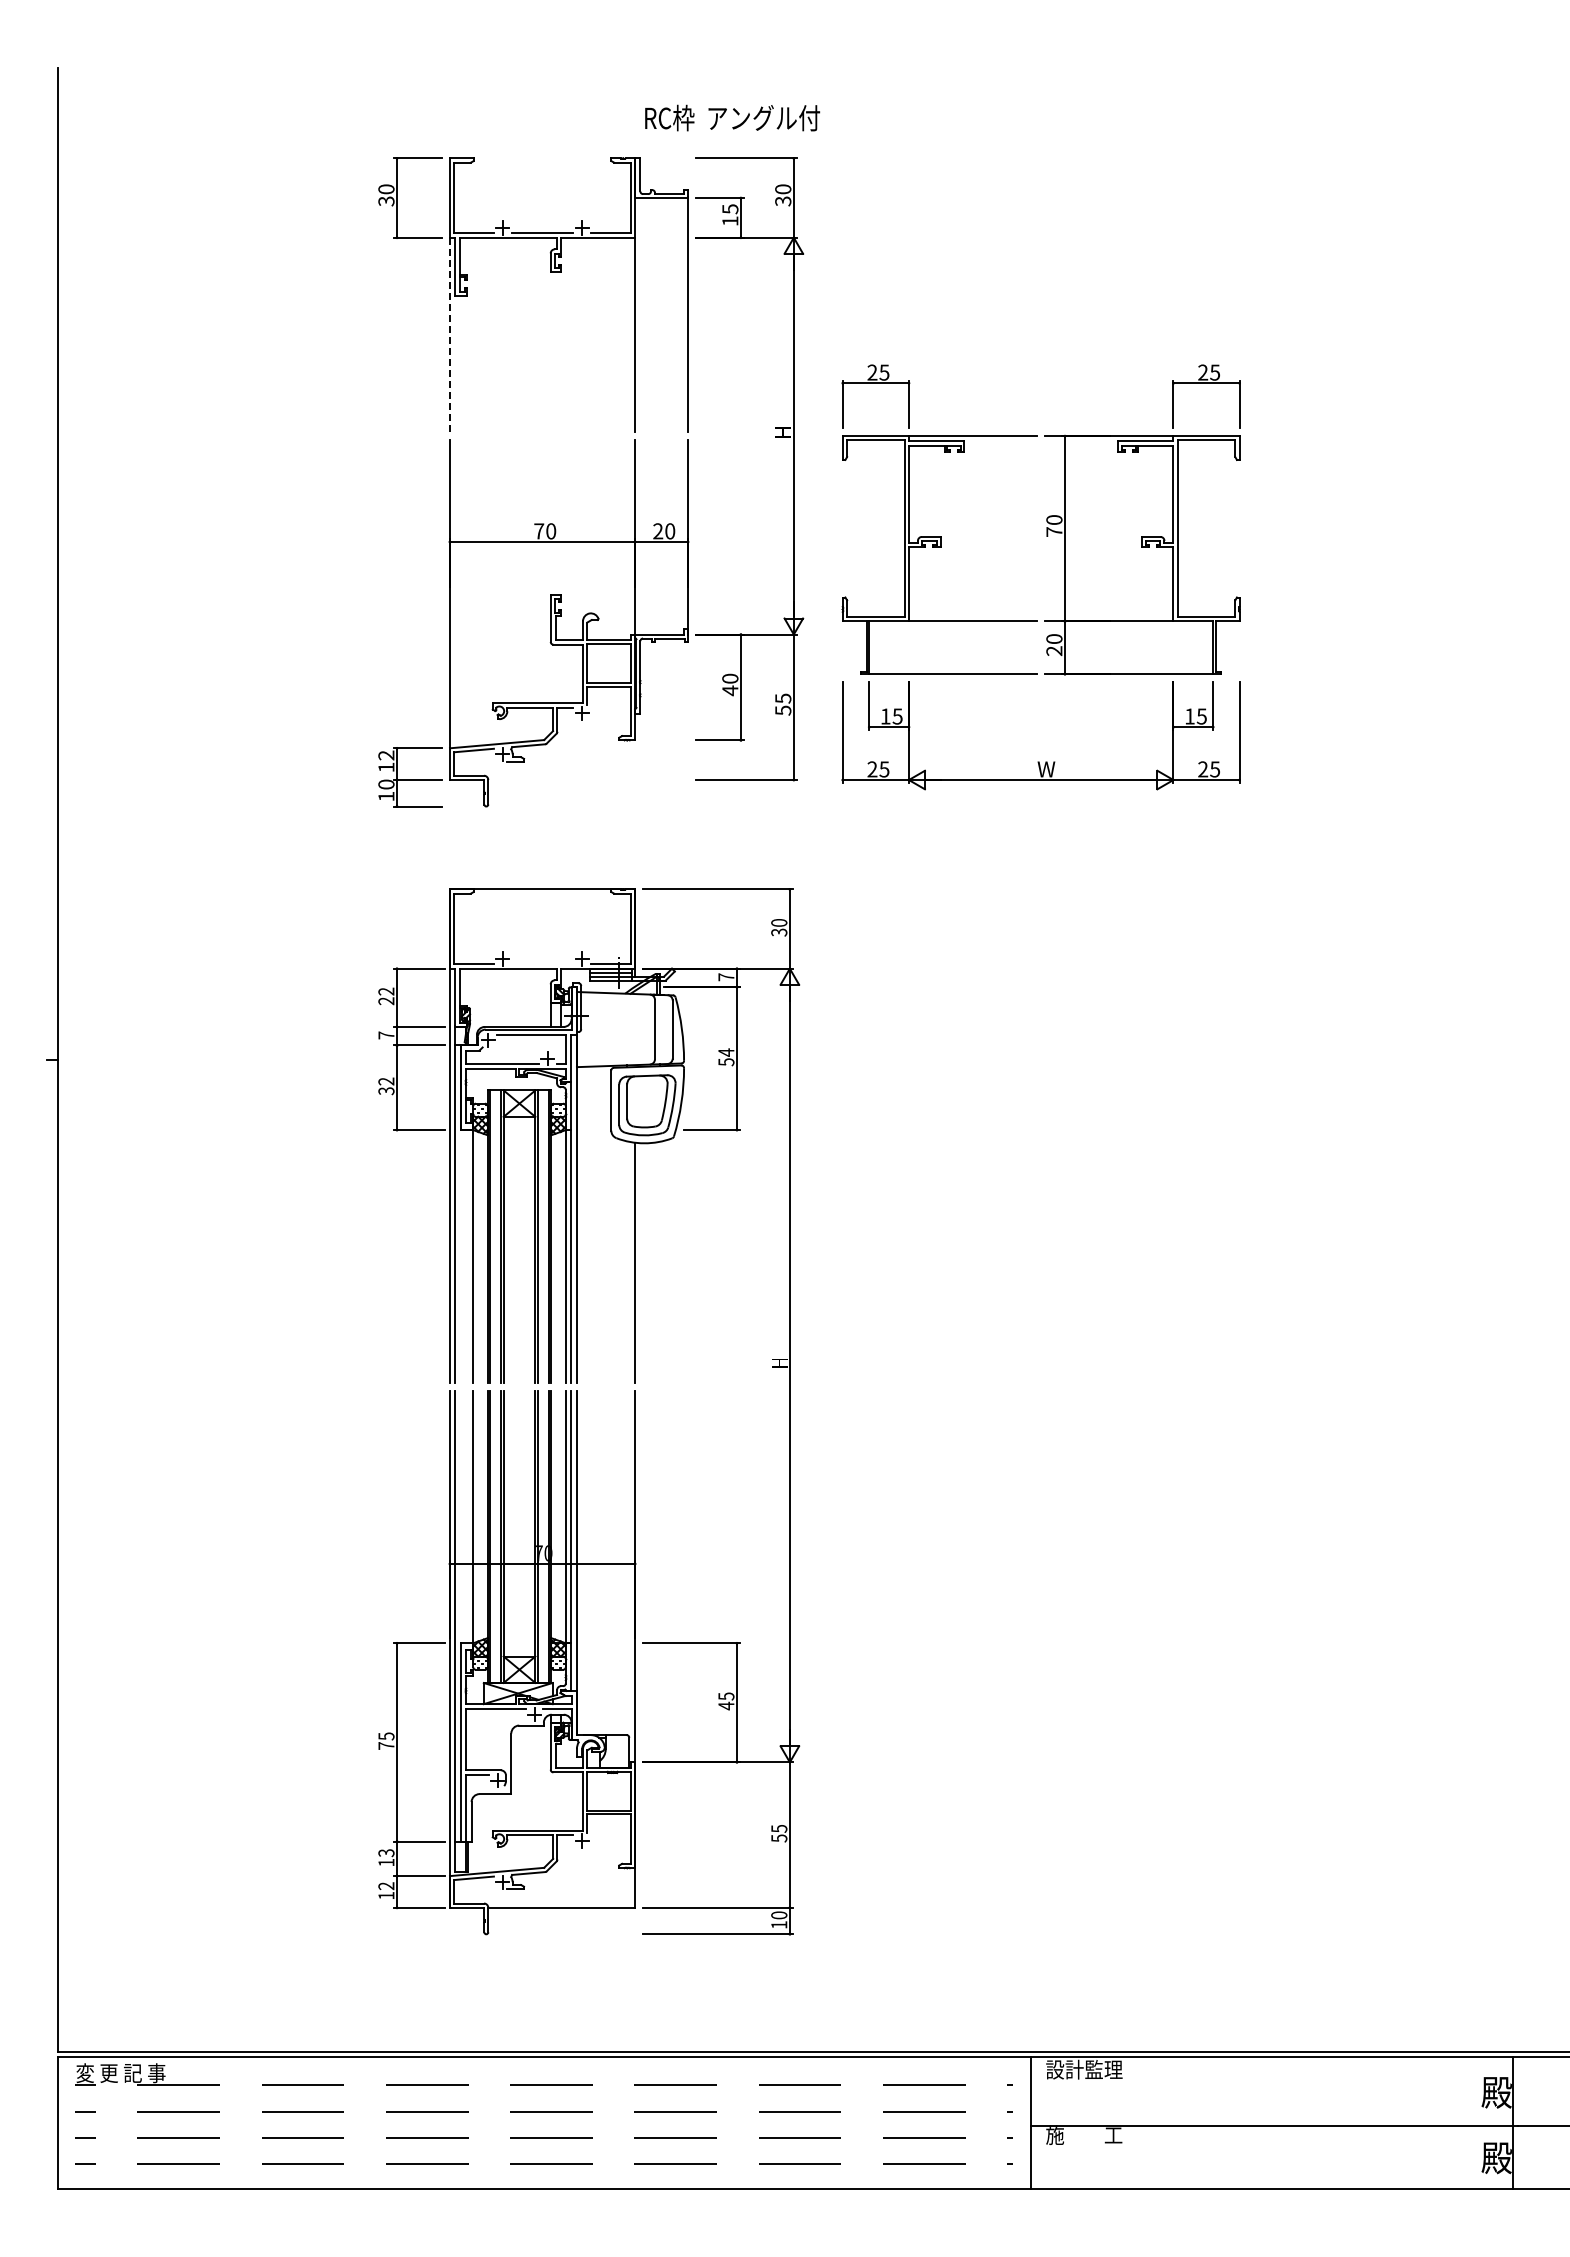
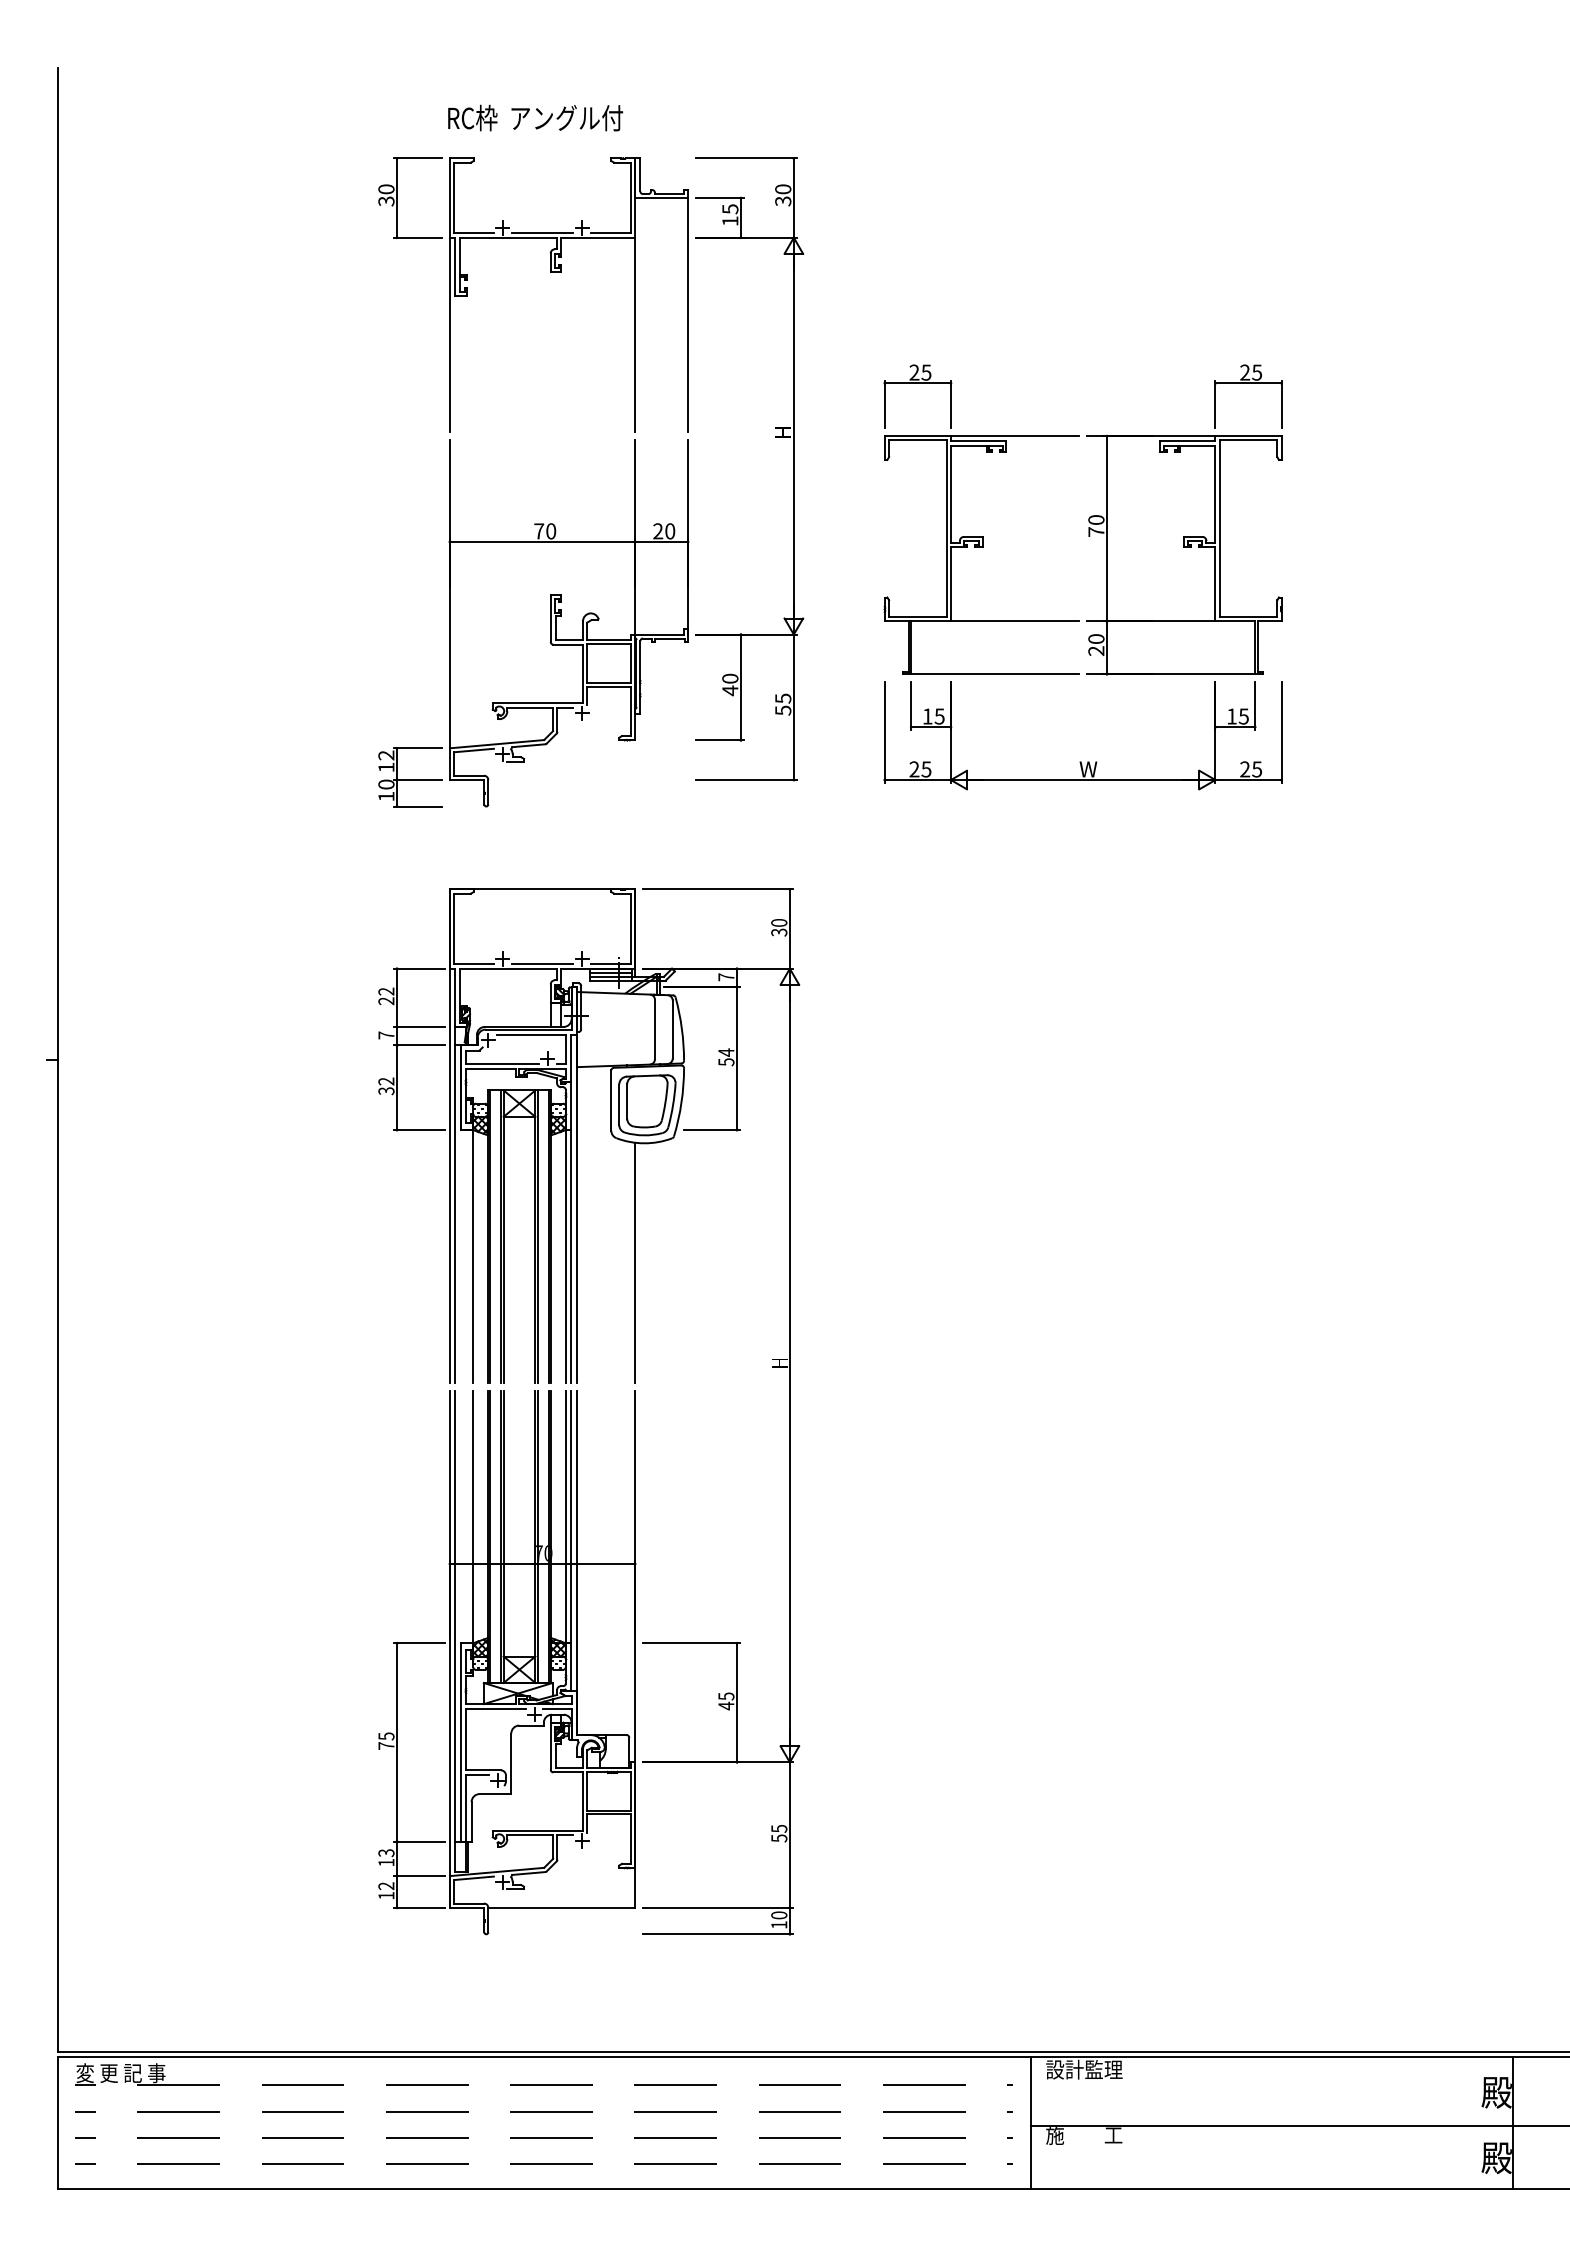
text at (732, 117) position: (732, 117) -> (535, 117)
line at (449, 335): dashed -> solid
part at (1064, 577) position: (1064, 577) -> (1106, 577)
line at (542, 964): none -> present
